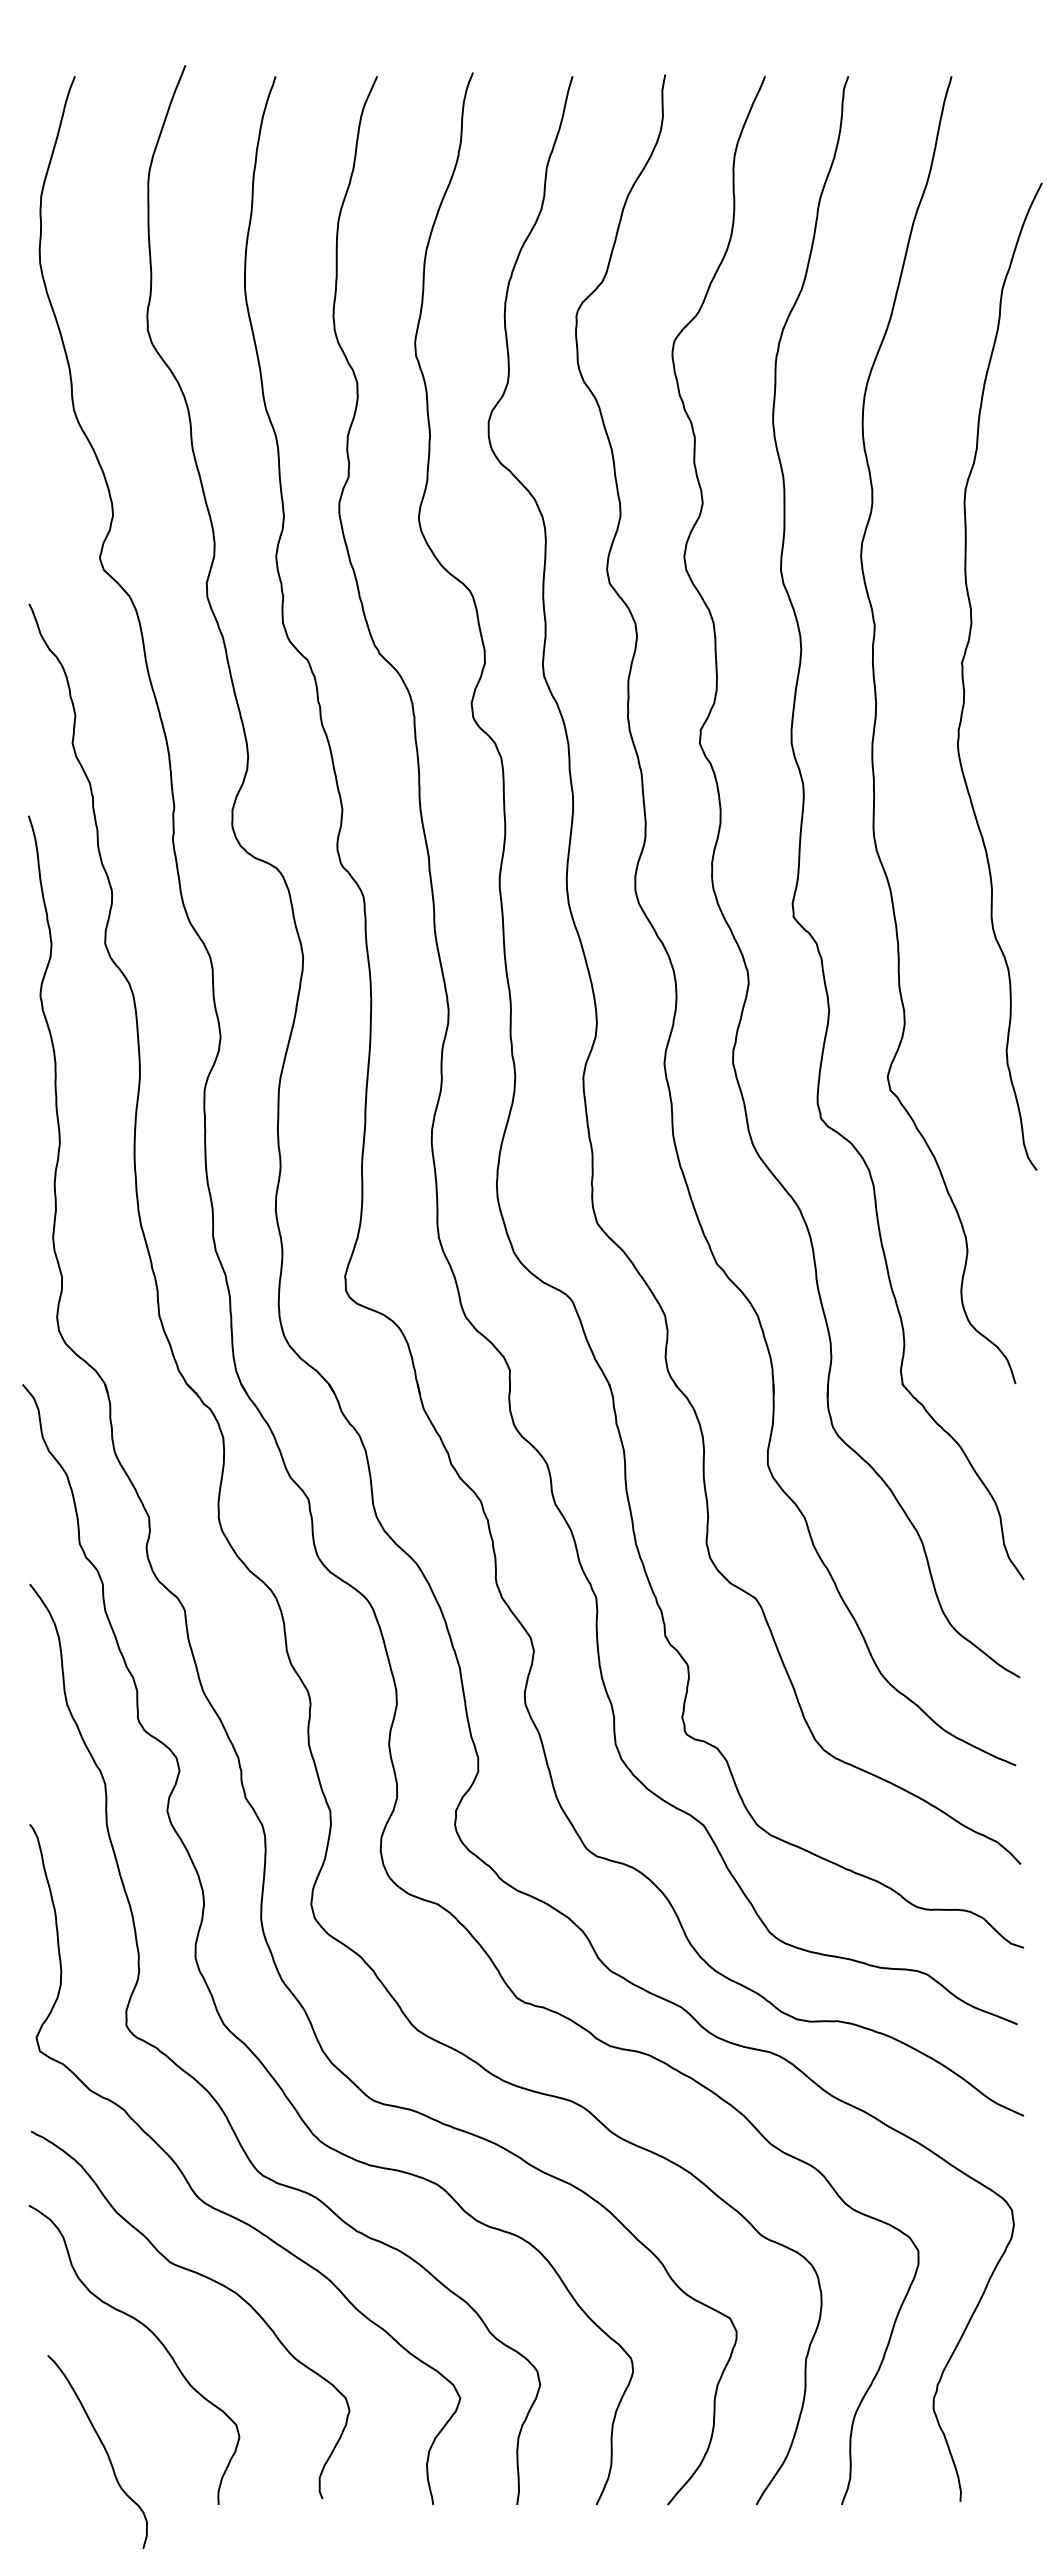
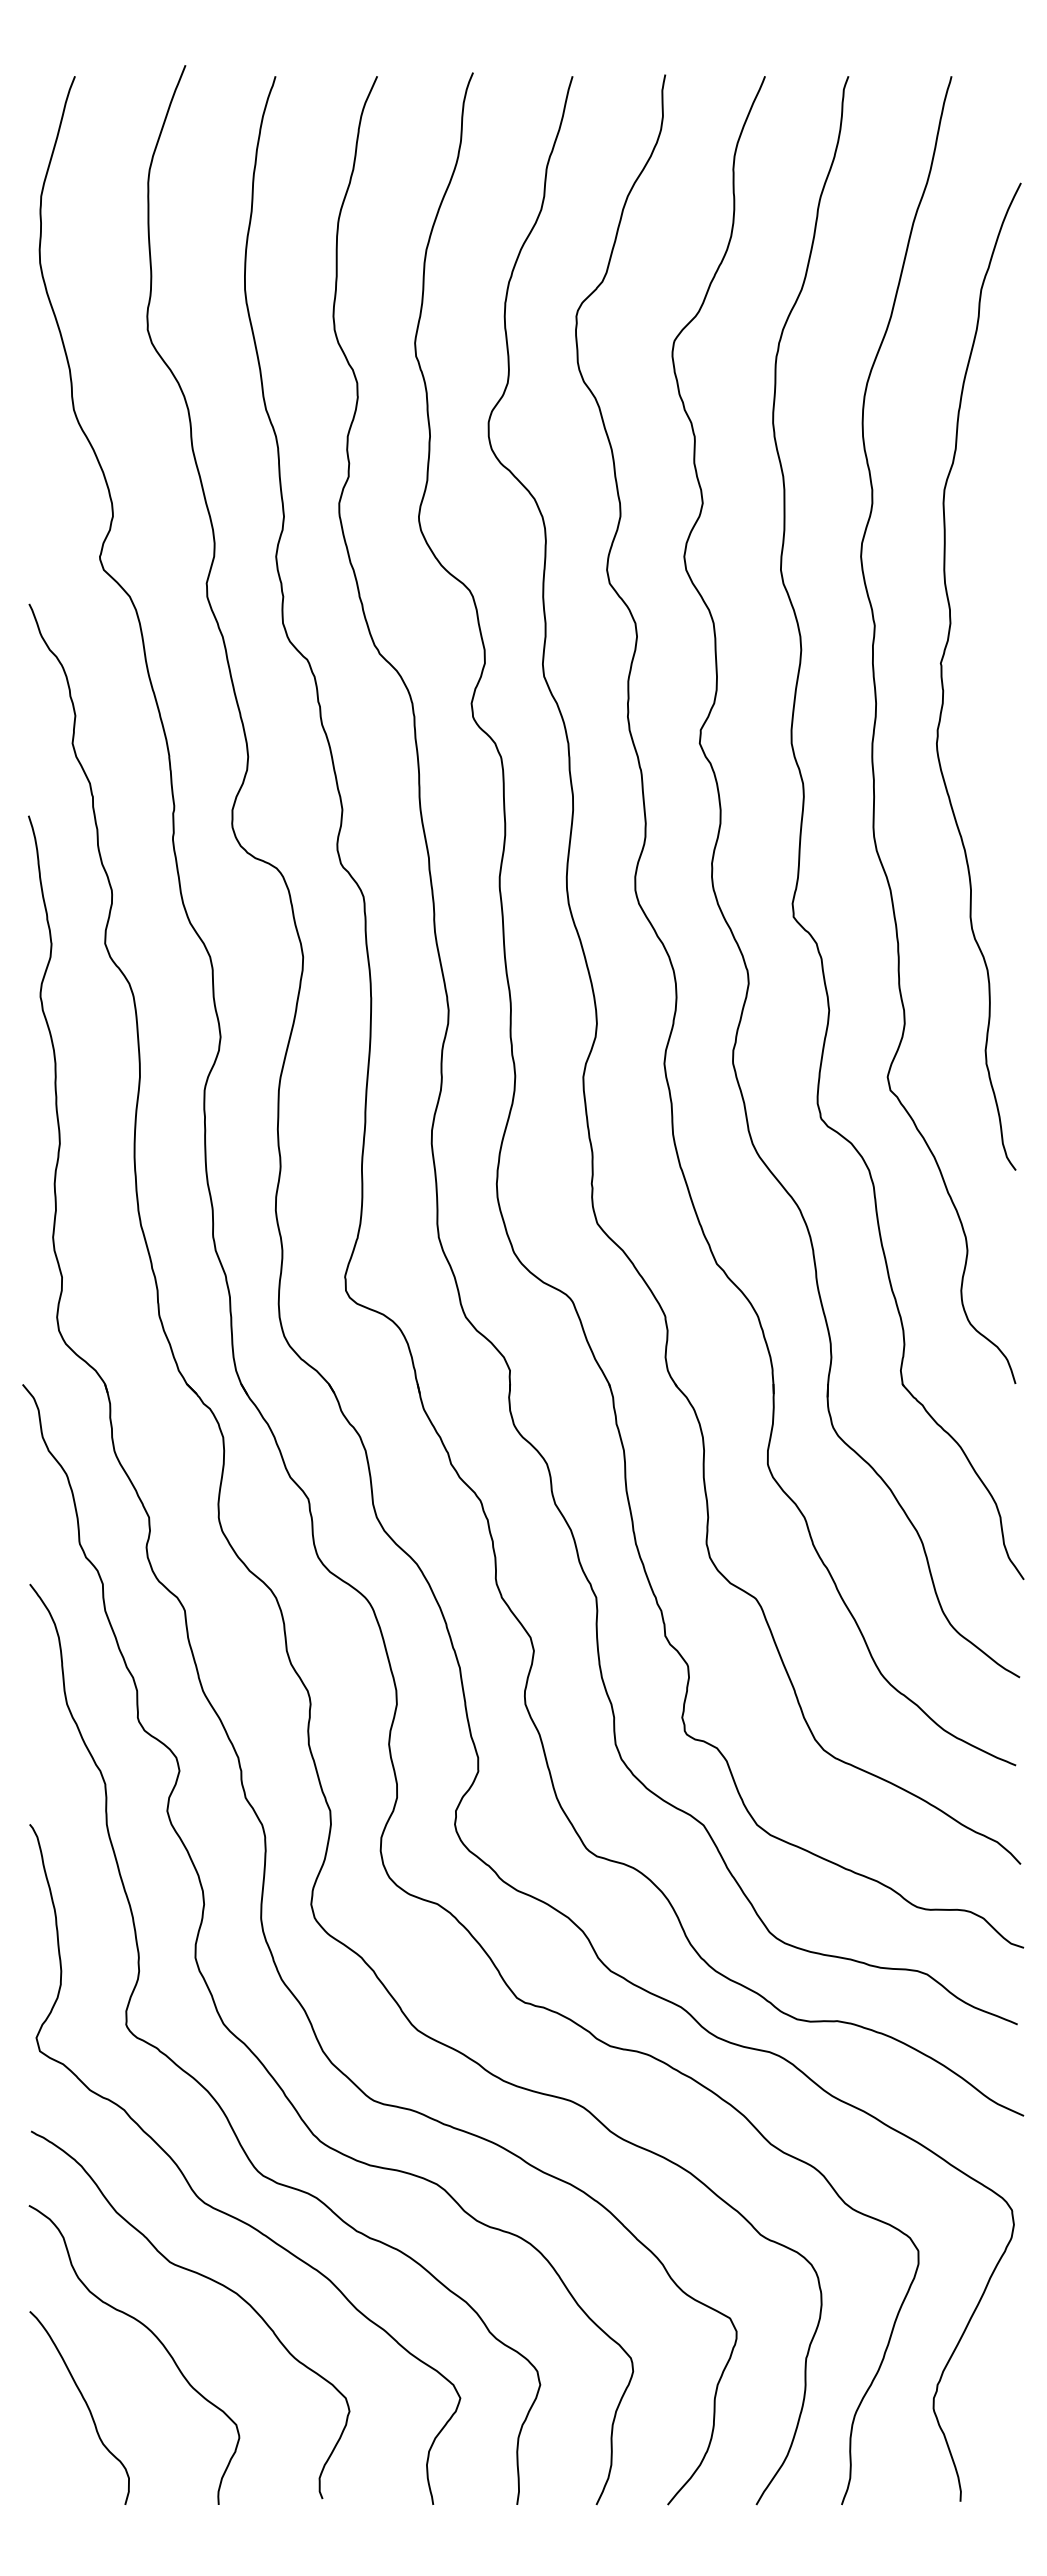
curve at (964, 682) position: (964, 682) -> (943, 682)
curve at (103, 2448) position: (103, 2448) -> (85, 2404)
